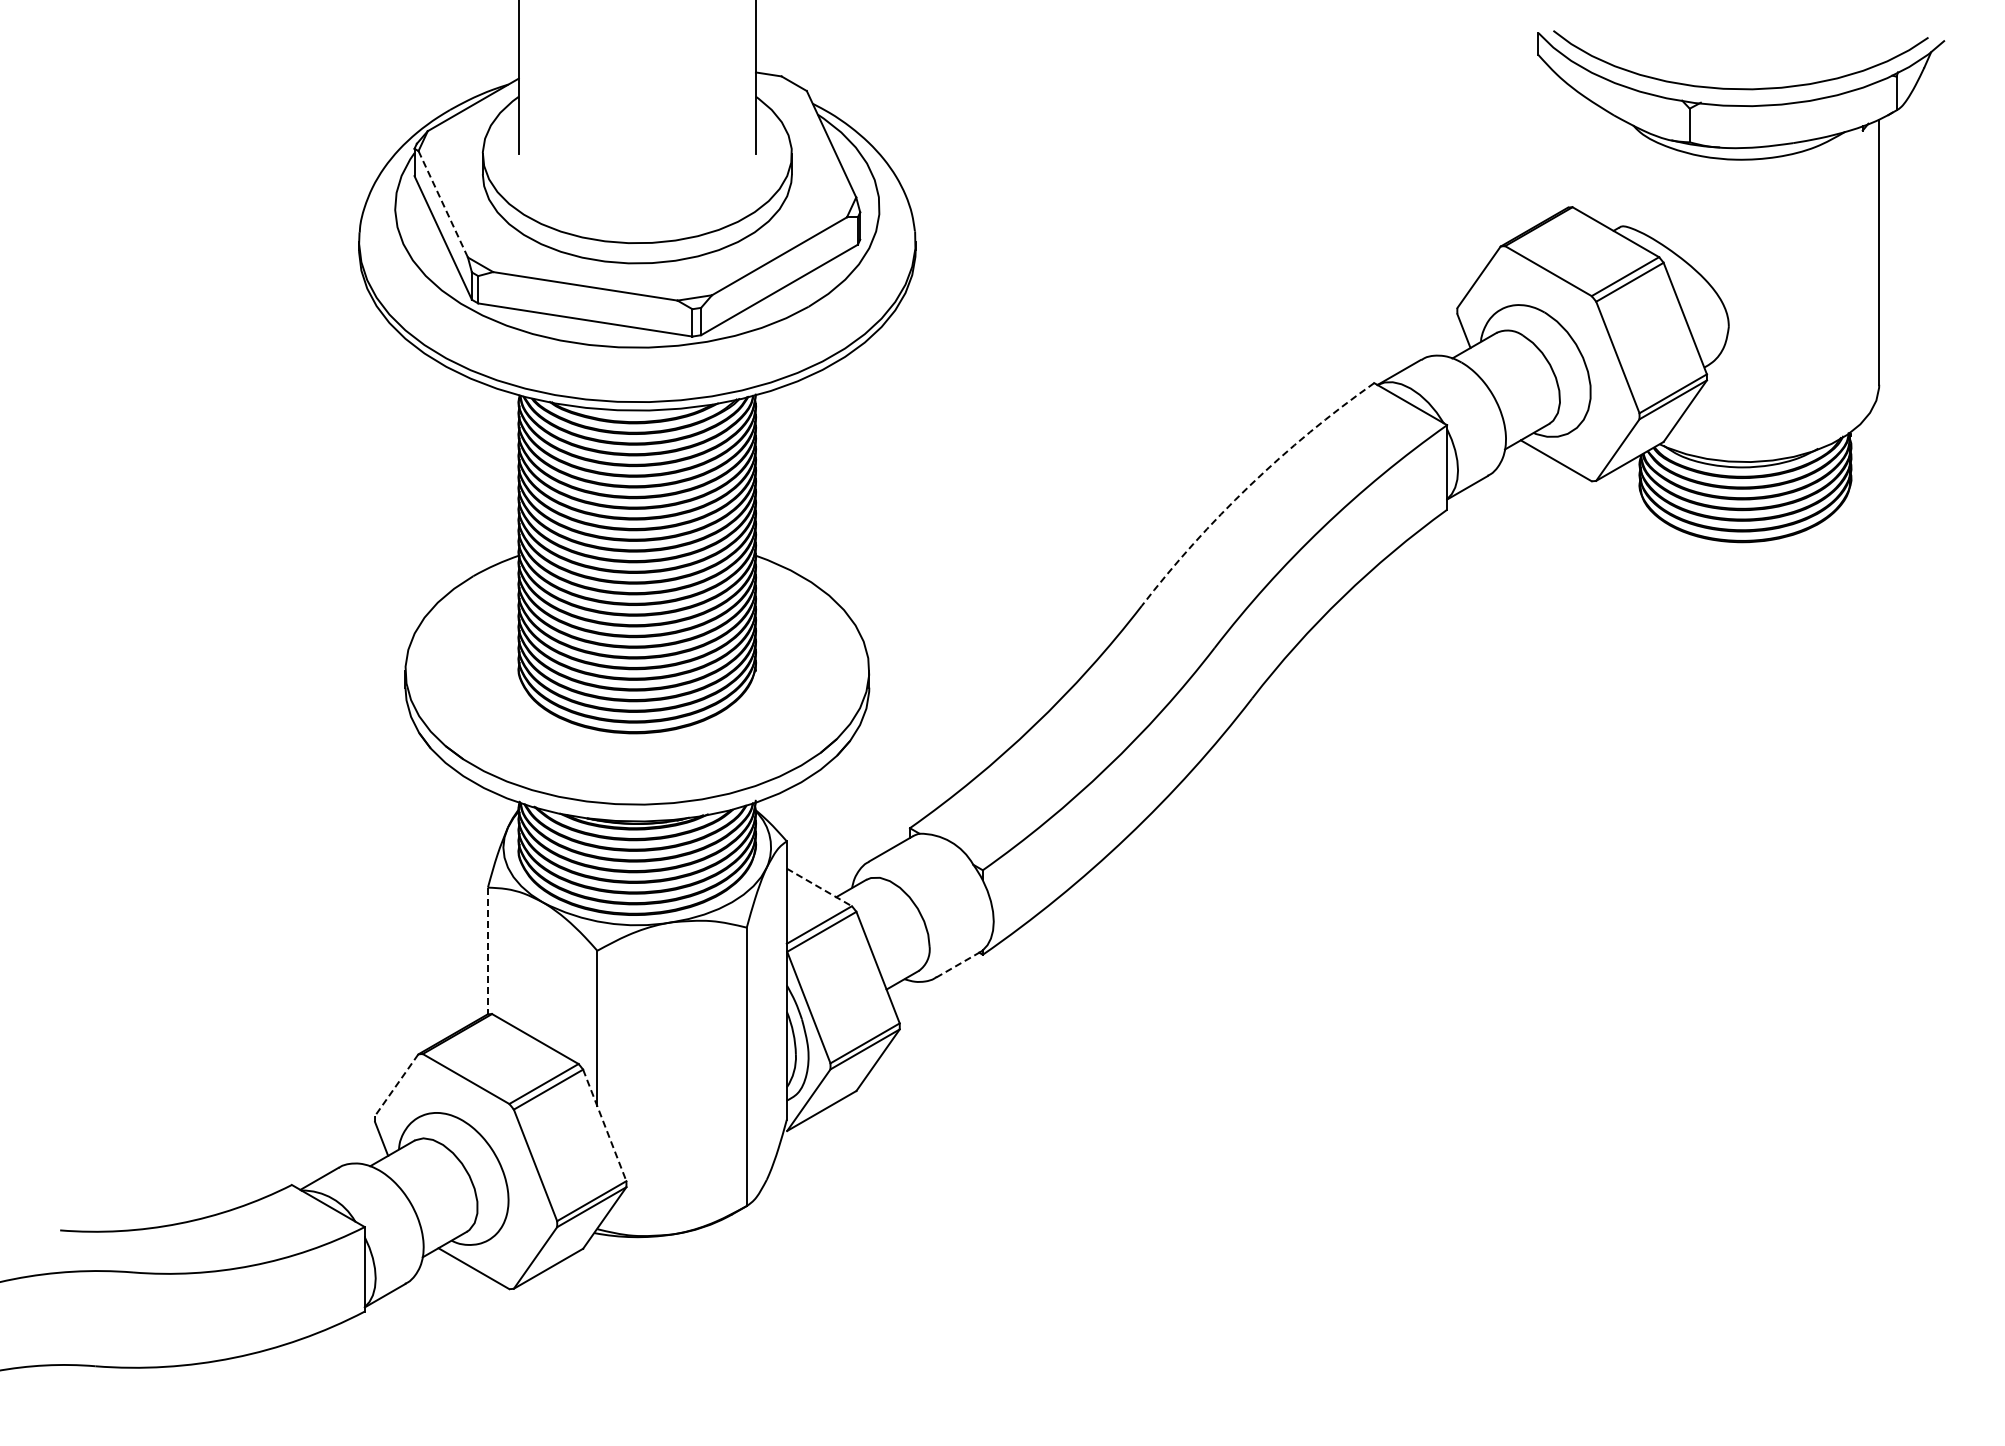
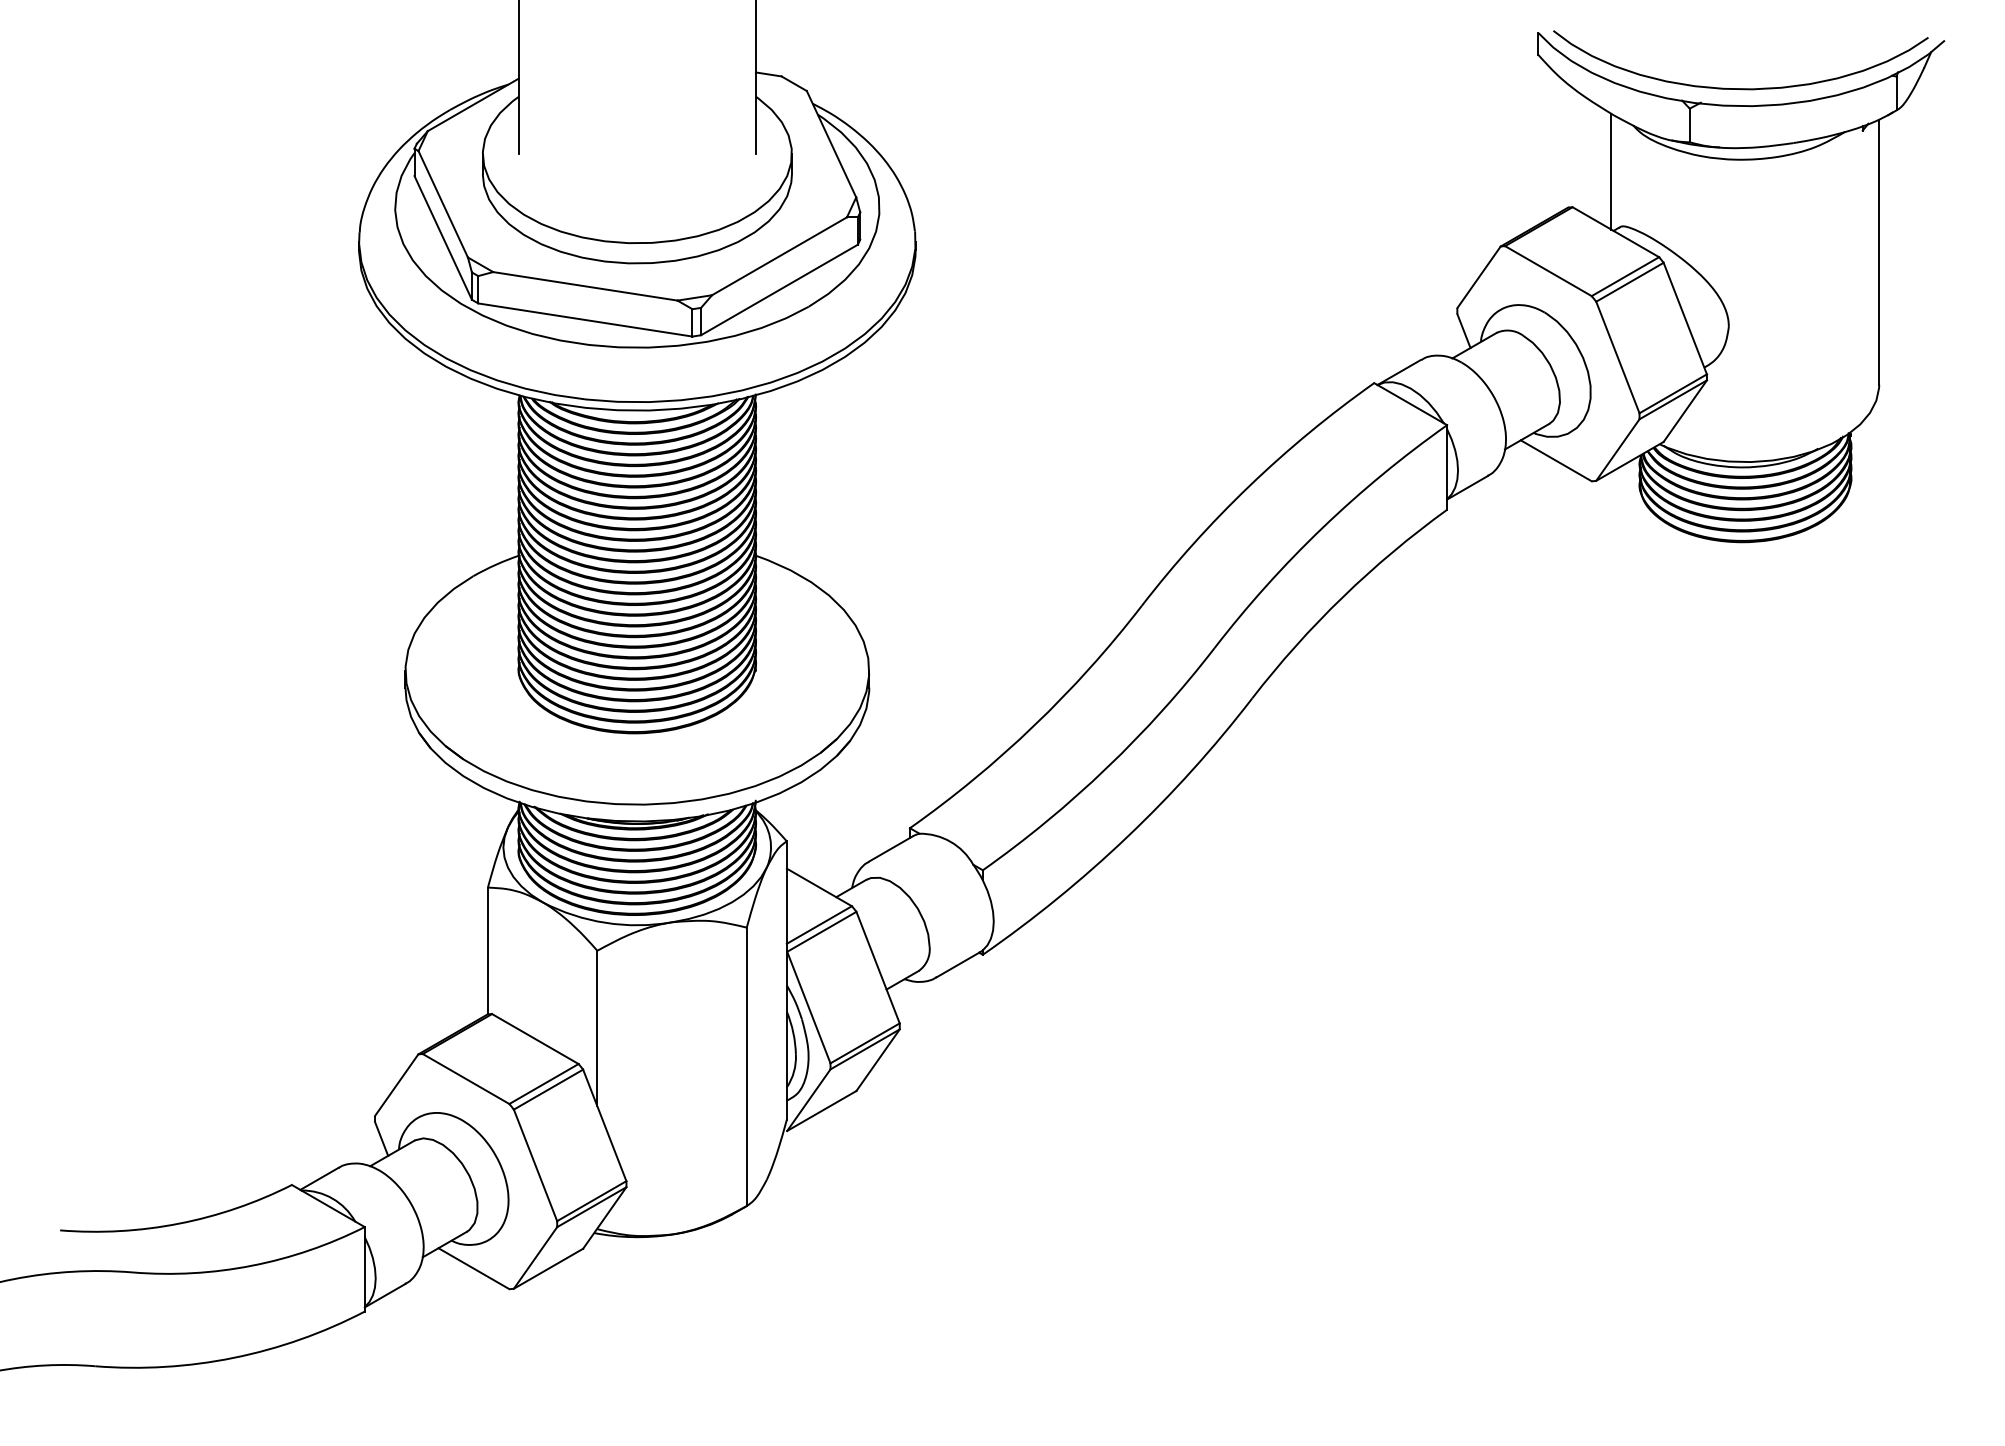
line at (1611, 171): none -> present
line at (443, 204): dashed -> solid
arc at (1249, 485): dashed -> solid
line at (819, 887): dashed -> solid
line at (487, 951): dashed -> solid
line at (958, 964): dashed -> solid
line at (396, 1085): dashed -> solid
line at (604, 1125): dashed -> solid
